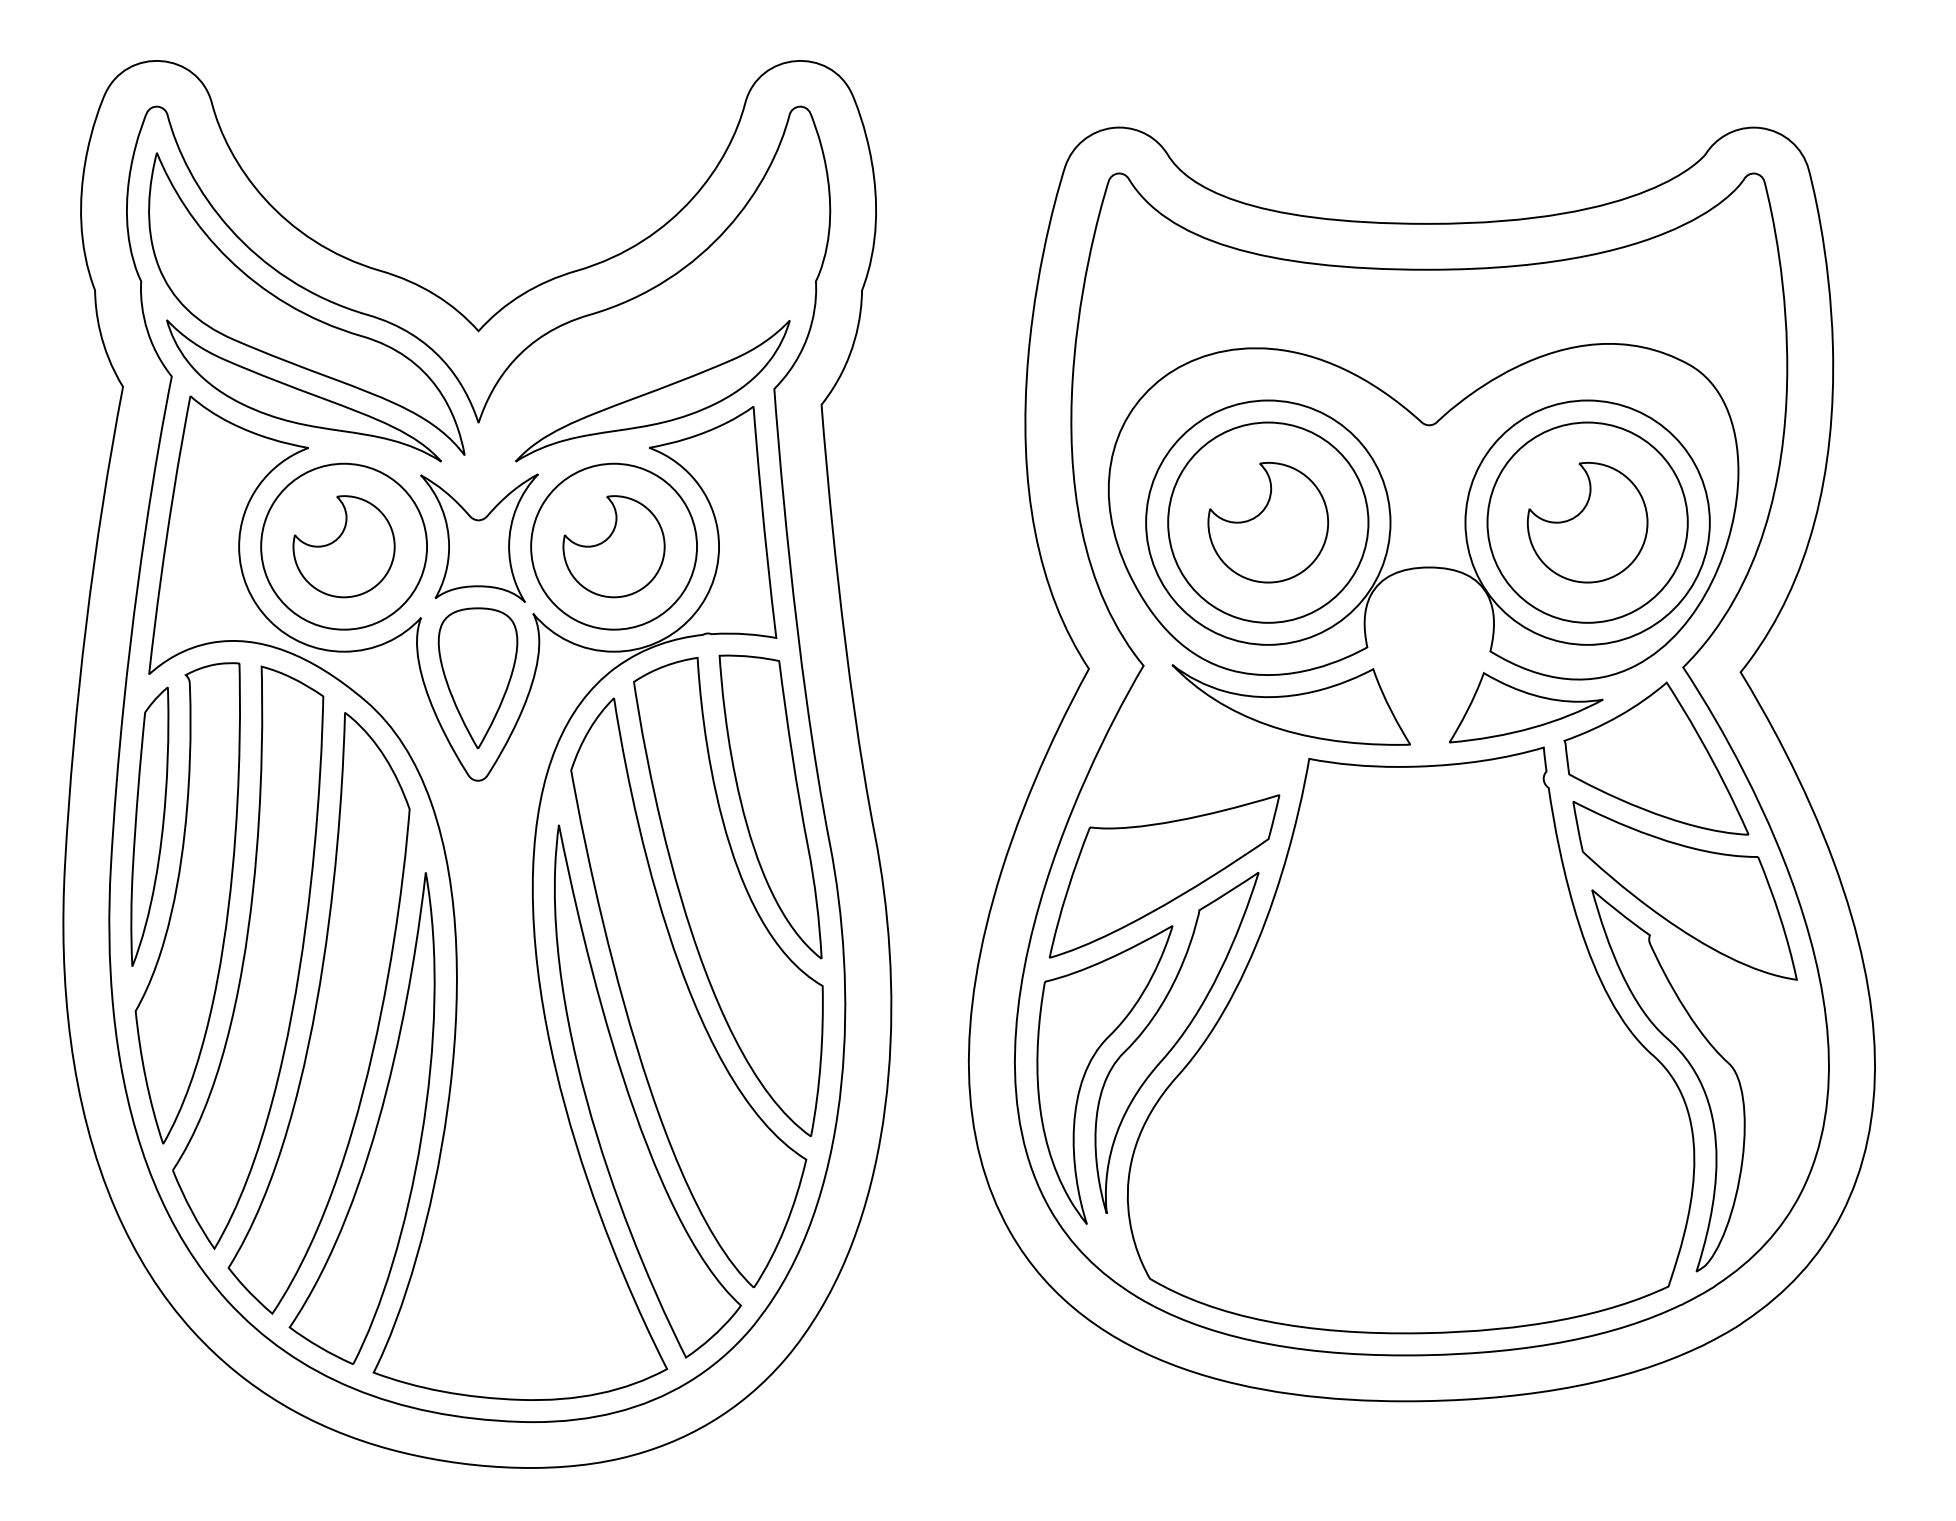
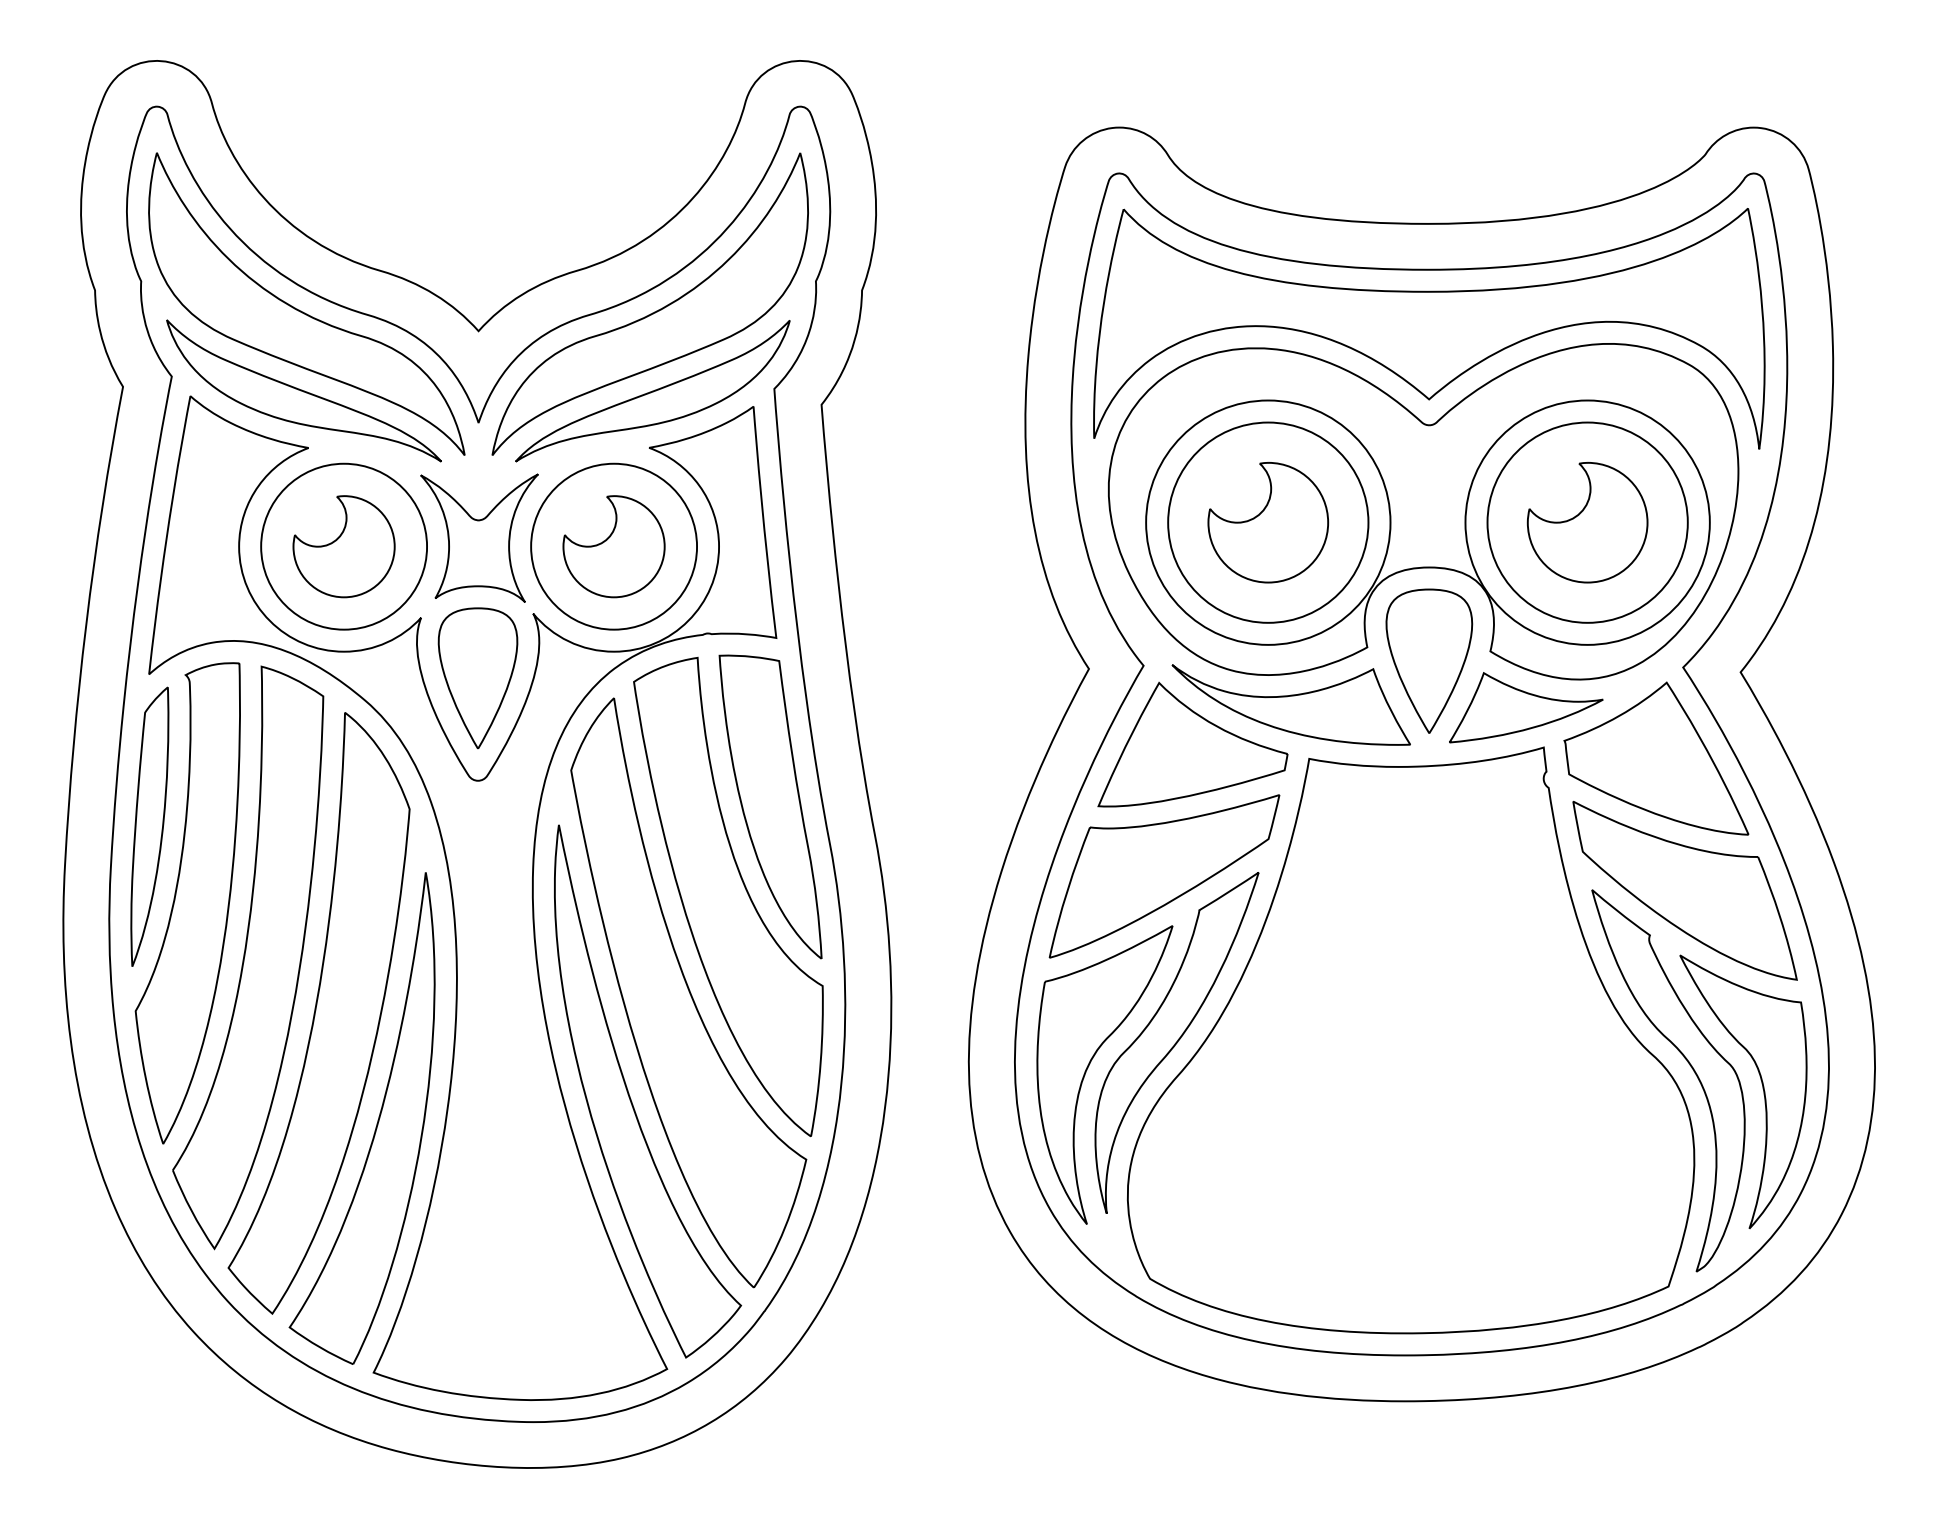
part at (654, 311): none -> present
part at (1429, 328): none -> present
part at (1429, 660): none -> present
part at (1192, 744): none -> present
part at (1762, 1088): none -> present
